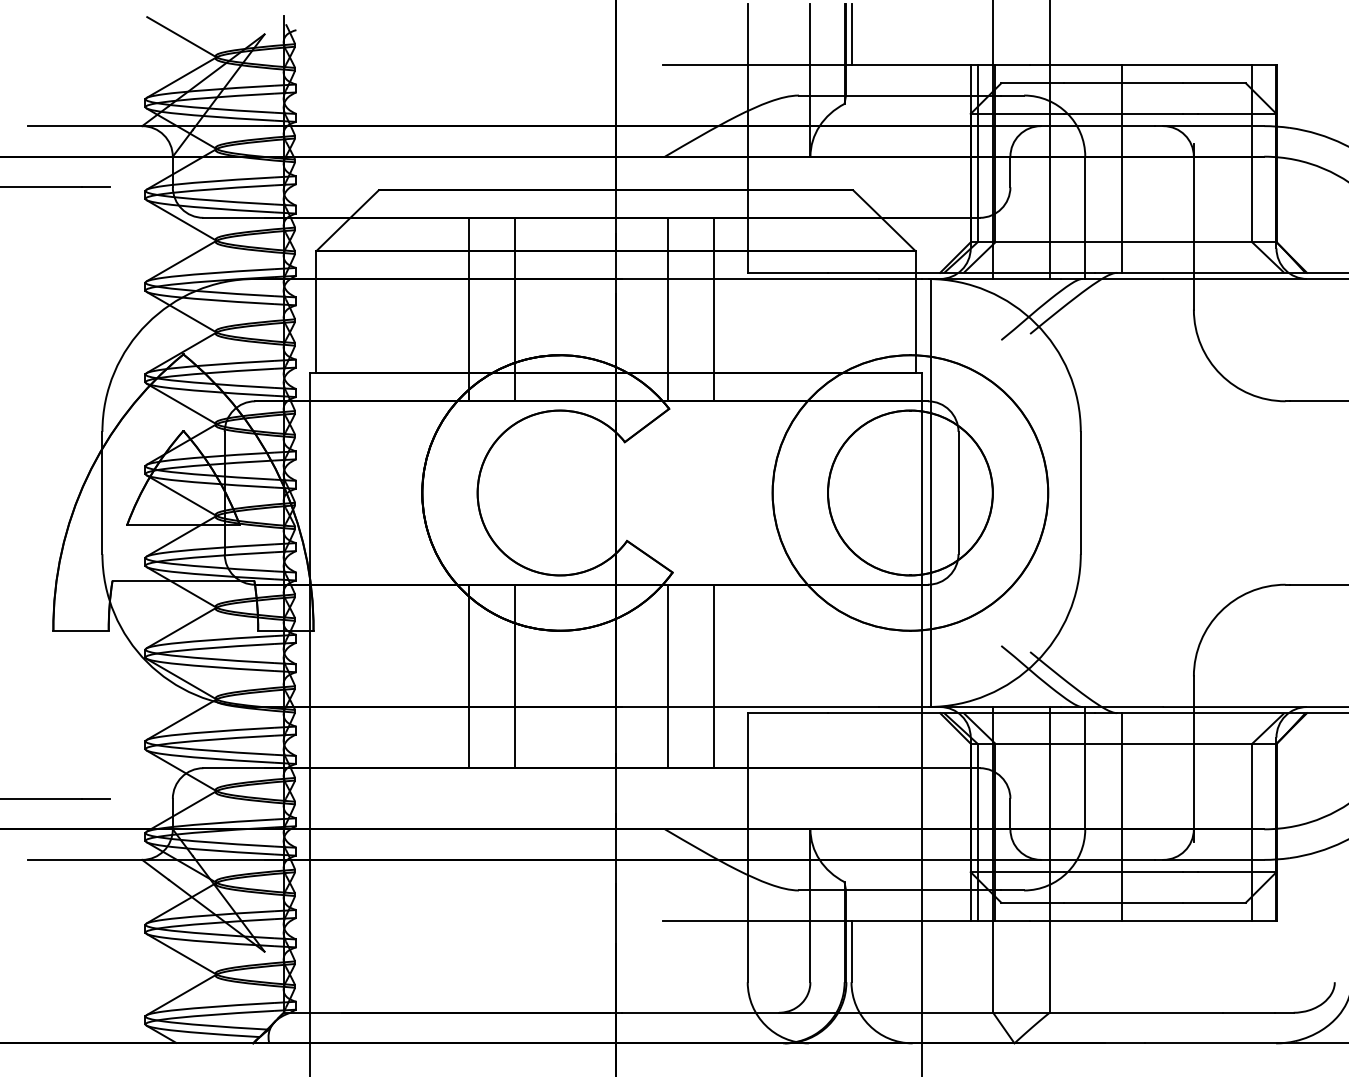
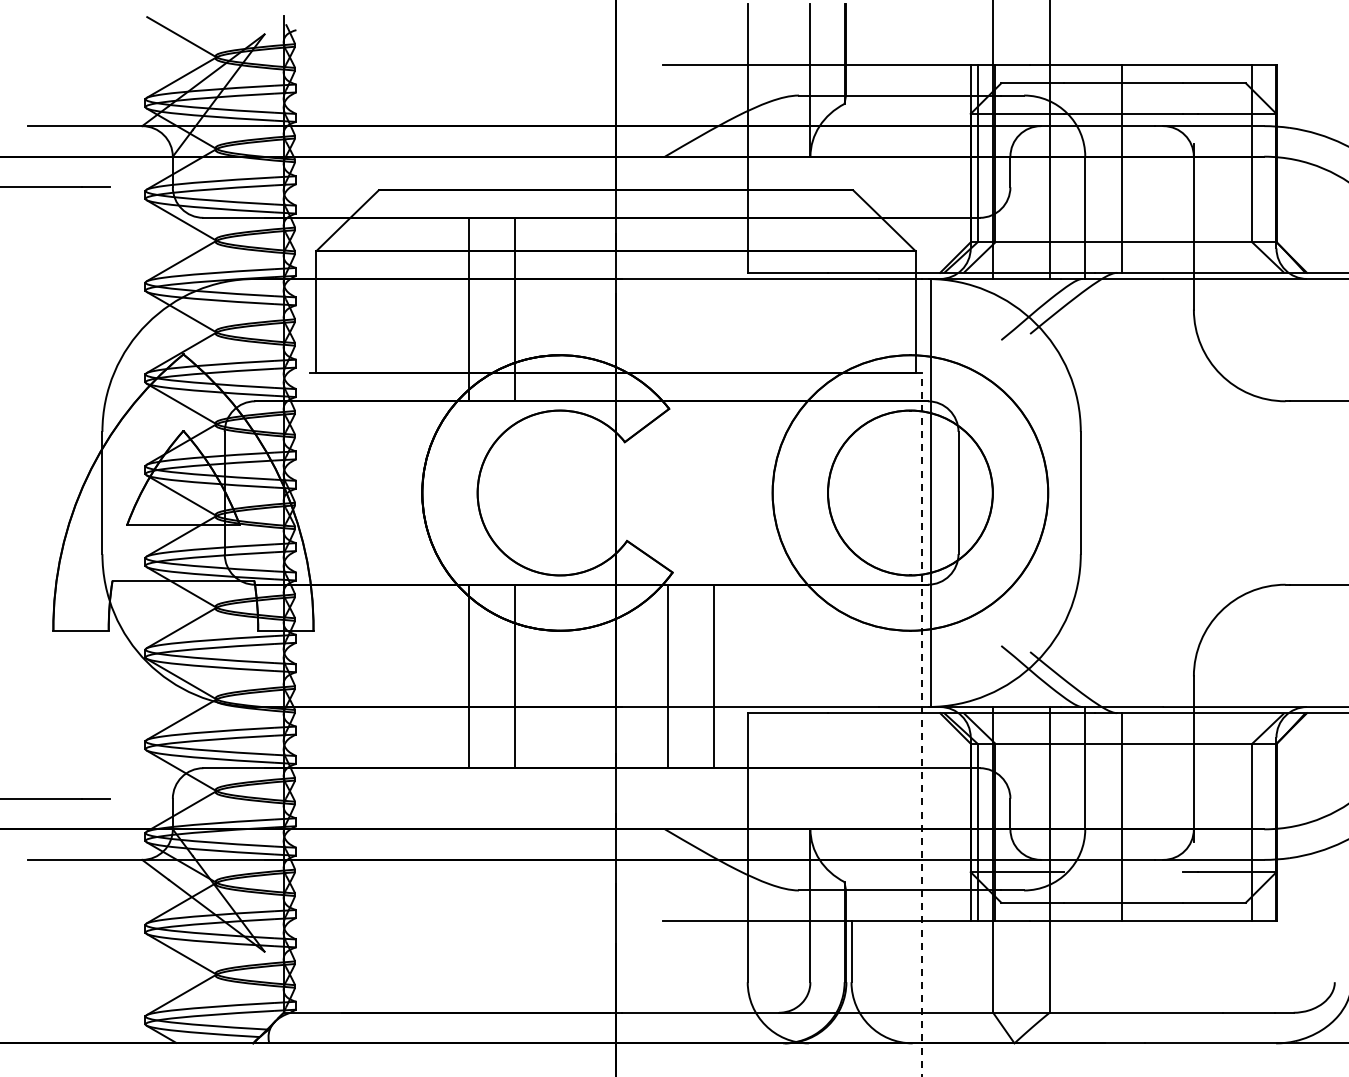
line at (851, 33): present -> none
line at (668, 309): present -> none
line at (713, 309): present -> none
line at (310, 723): present -> none
line at (921, 725): solid -> dashed
line at (1123, 872): present -> none
